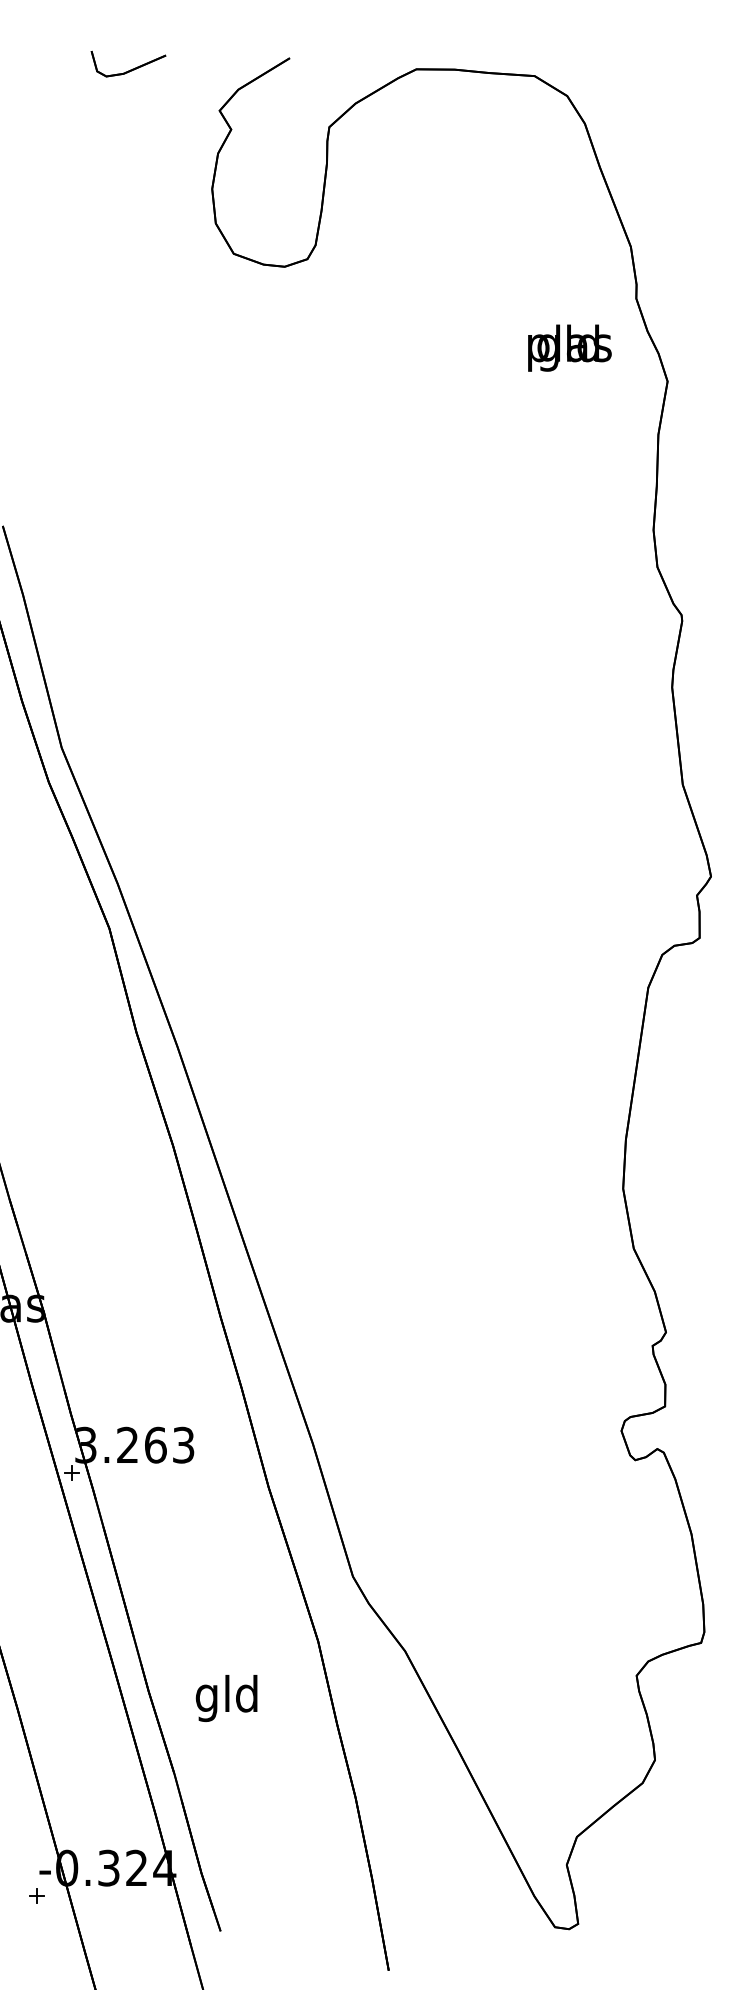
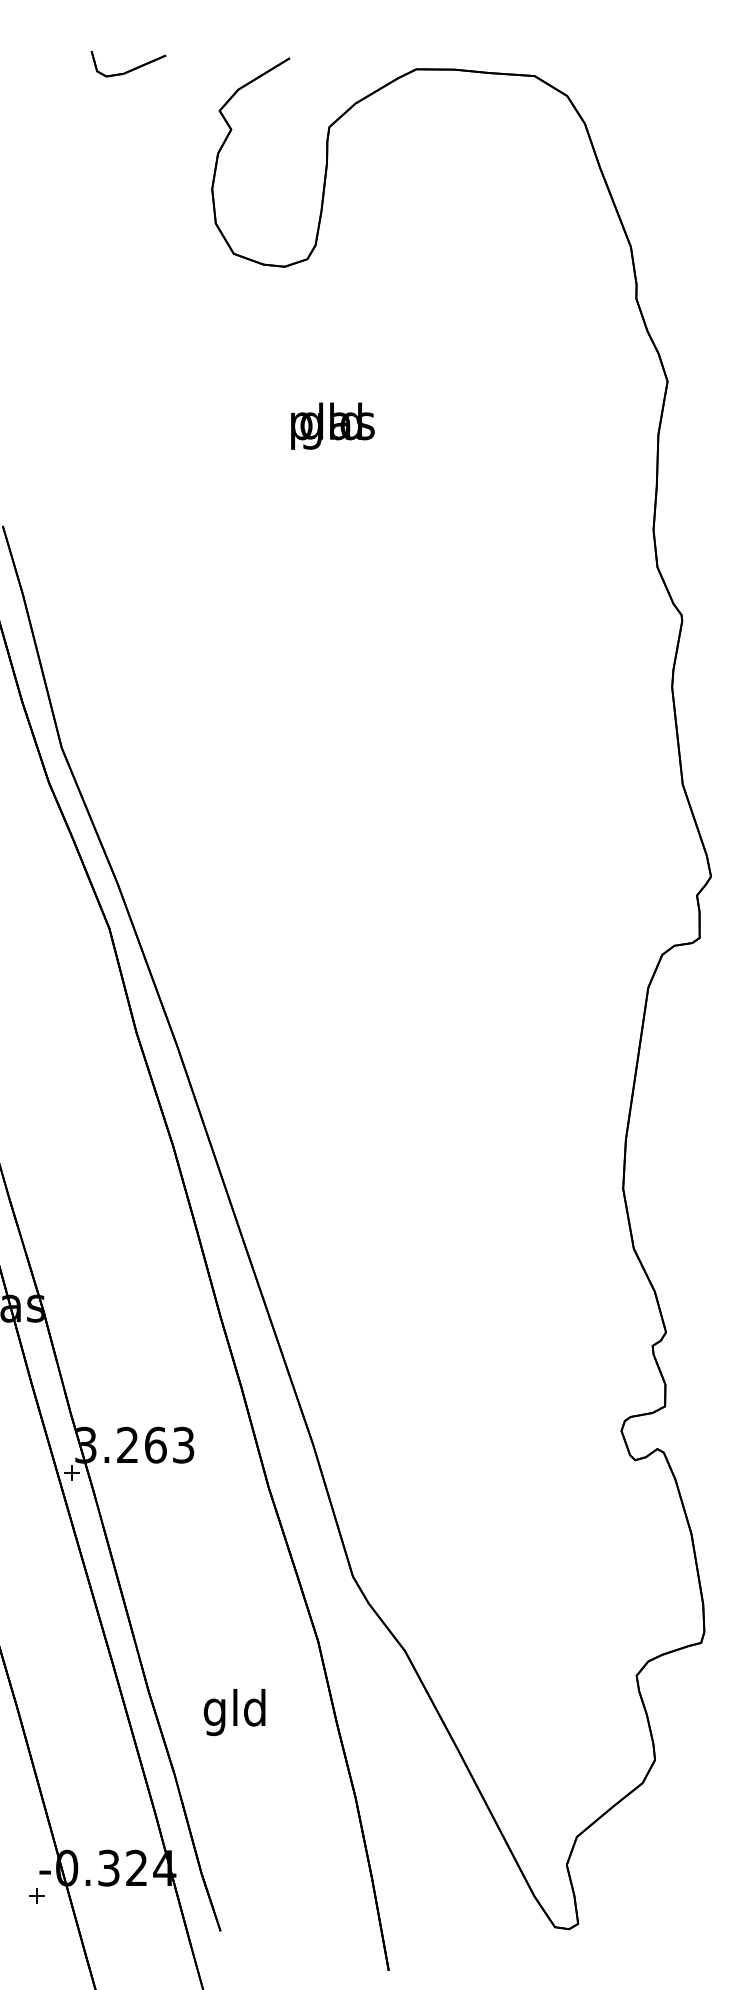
text at (569, 347) position: (569, 347) -> (332, 425)
text at (226, 1698) position: (226, 1698) -> (234, 1712)
